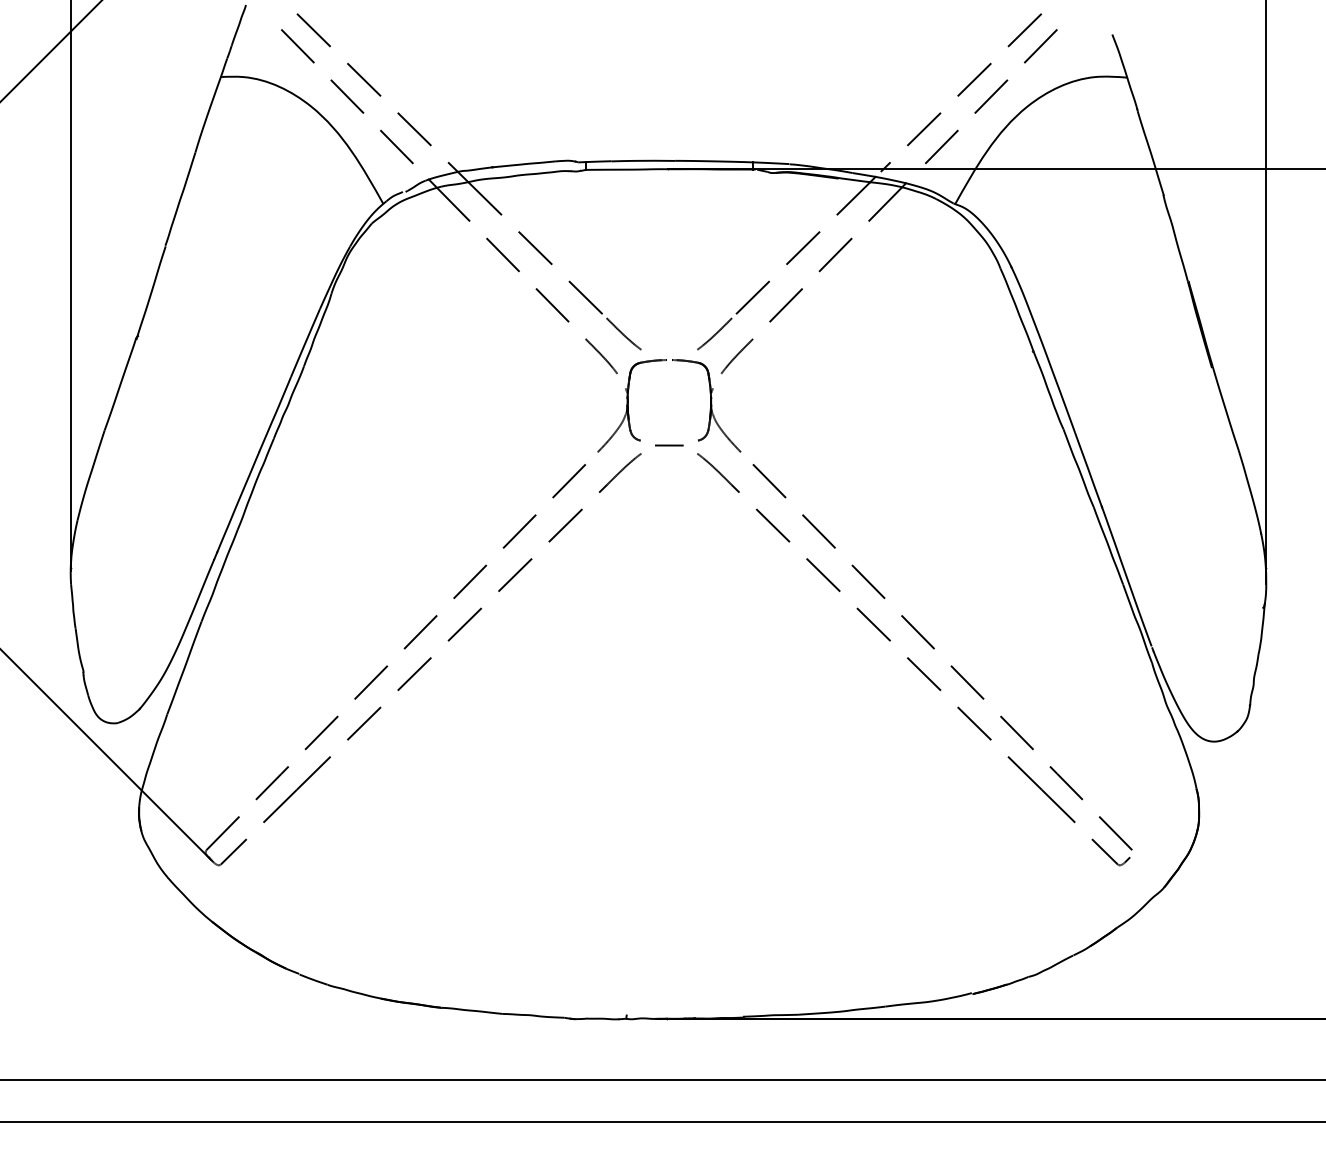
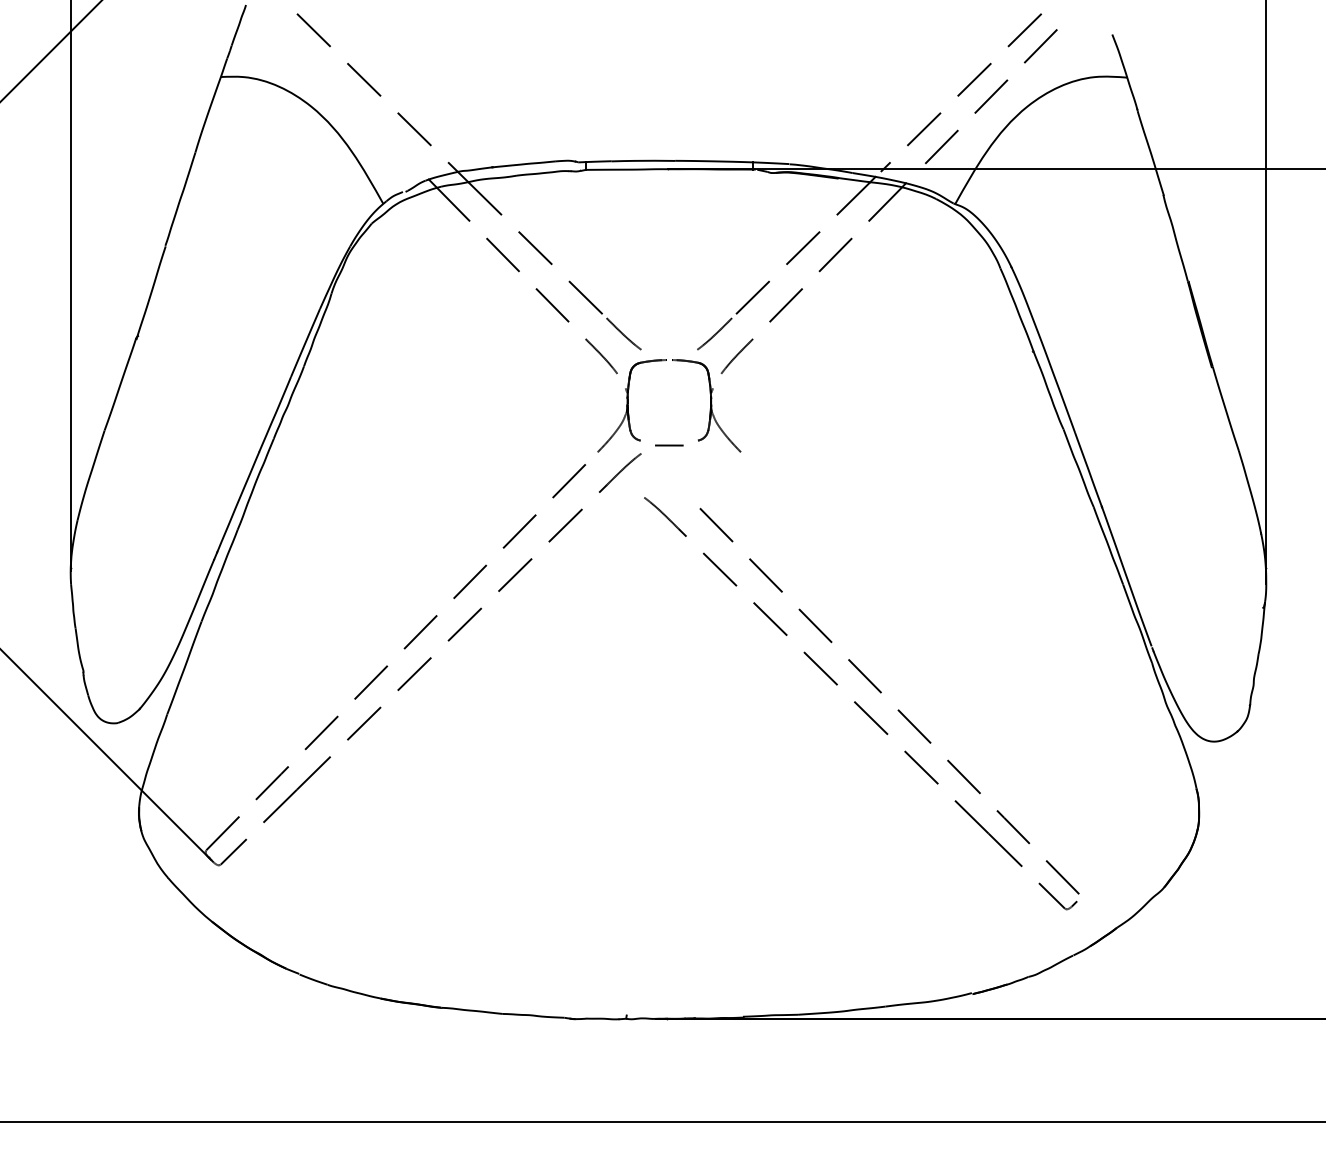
line at (347, 96): present -> none
part at (914, 659) position: (914, 659) -> (861, 703)
line at (662, 1080): present -> none
